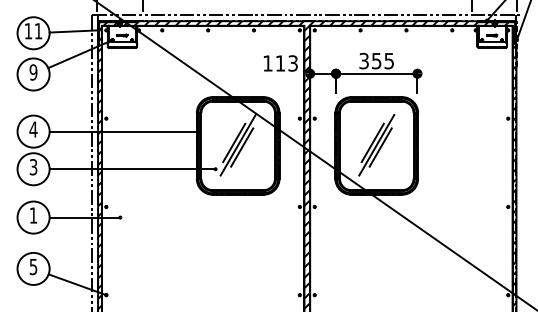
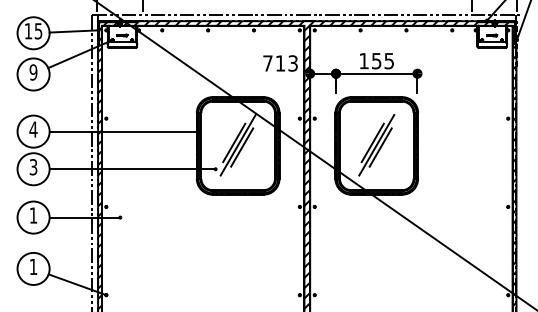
text at (38, 31): 11 -> 15
text at (363, 60): 355 -> 155
text at (267, 63): 113 -> 713
text at (33, 267): 5 -> 1
